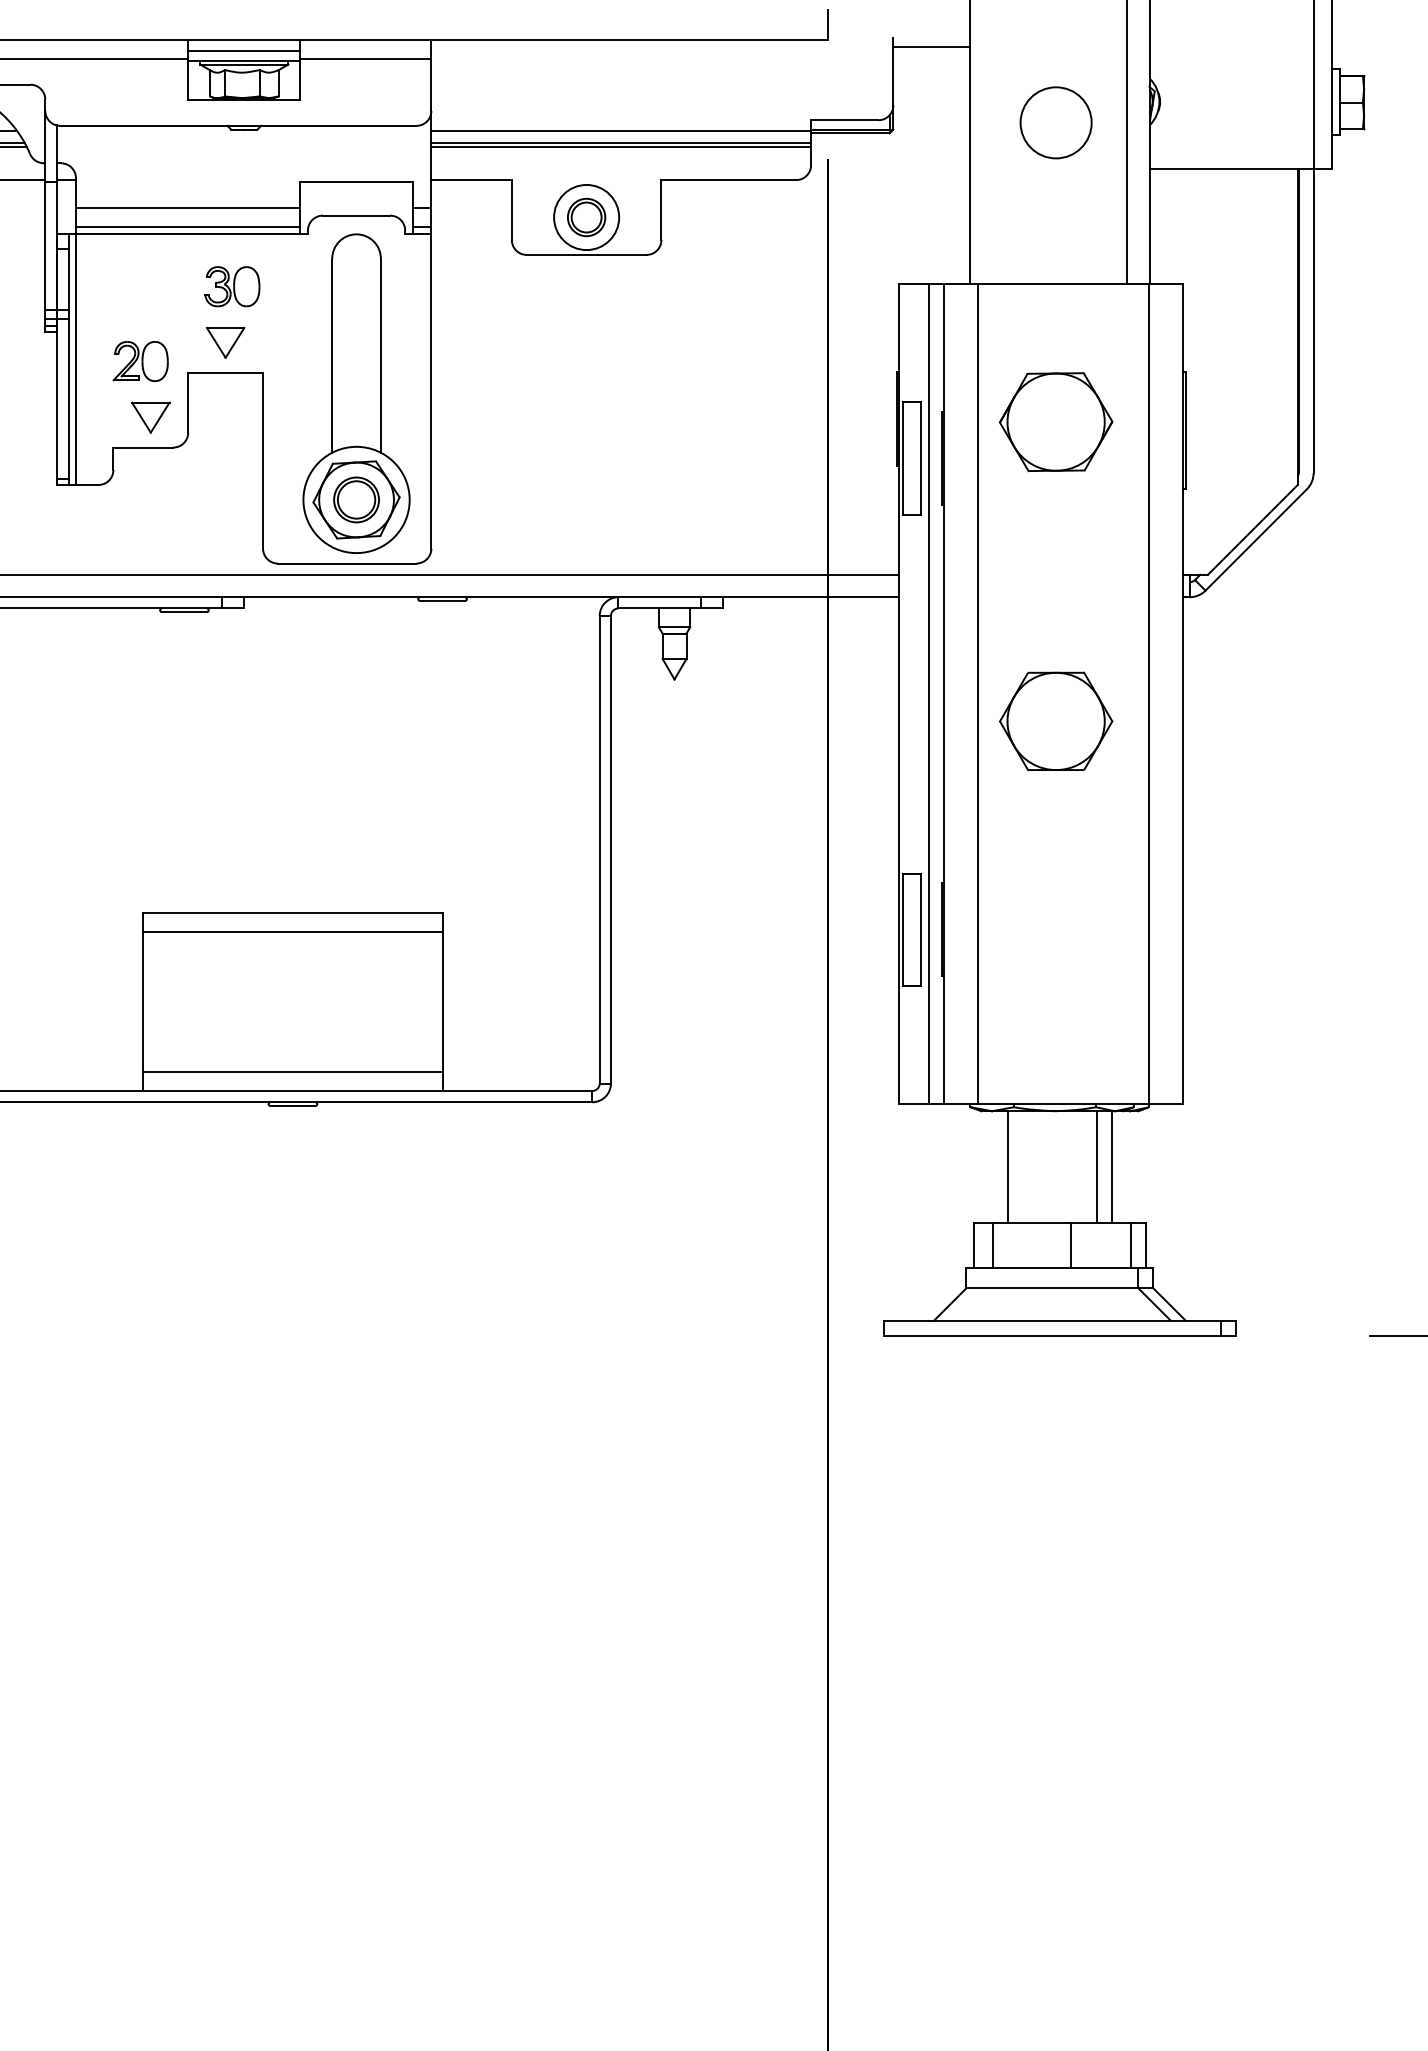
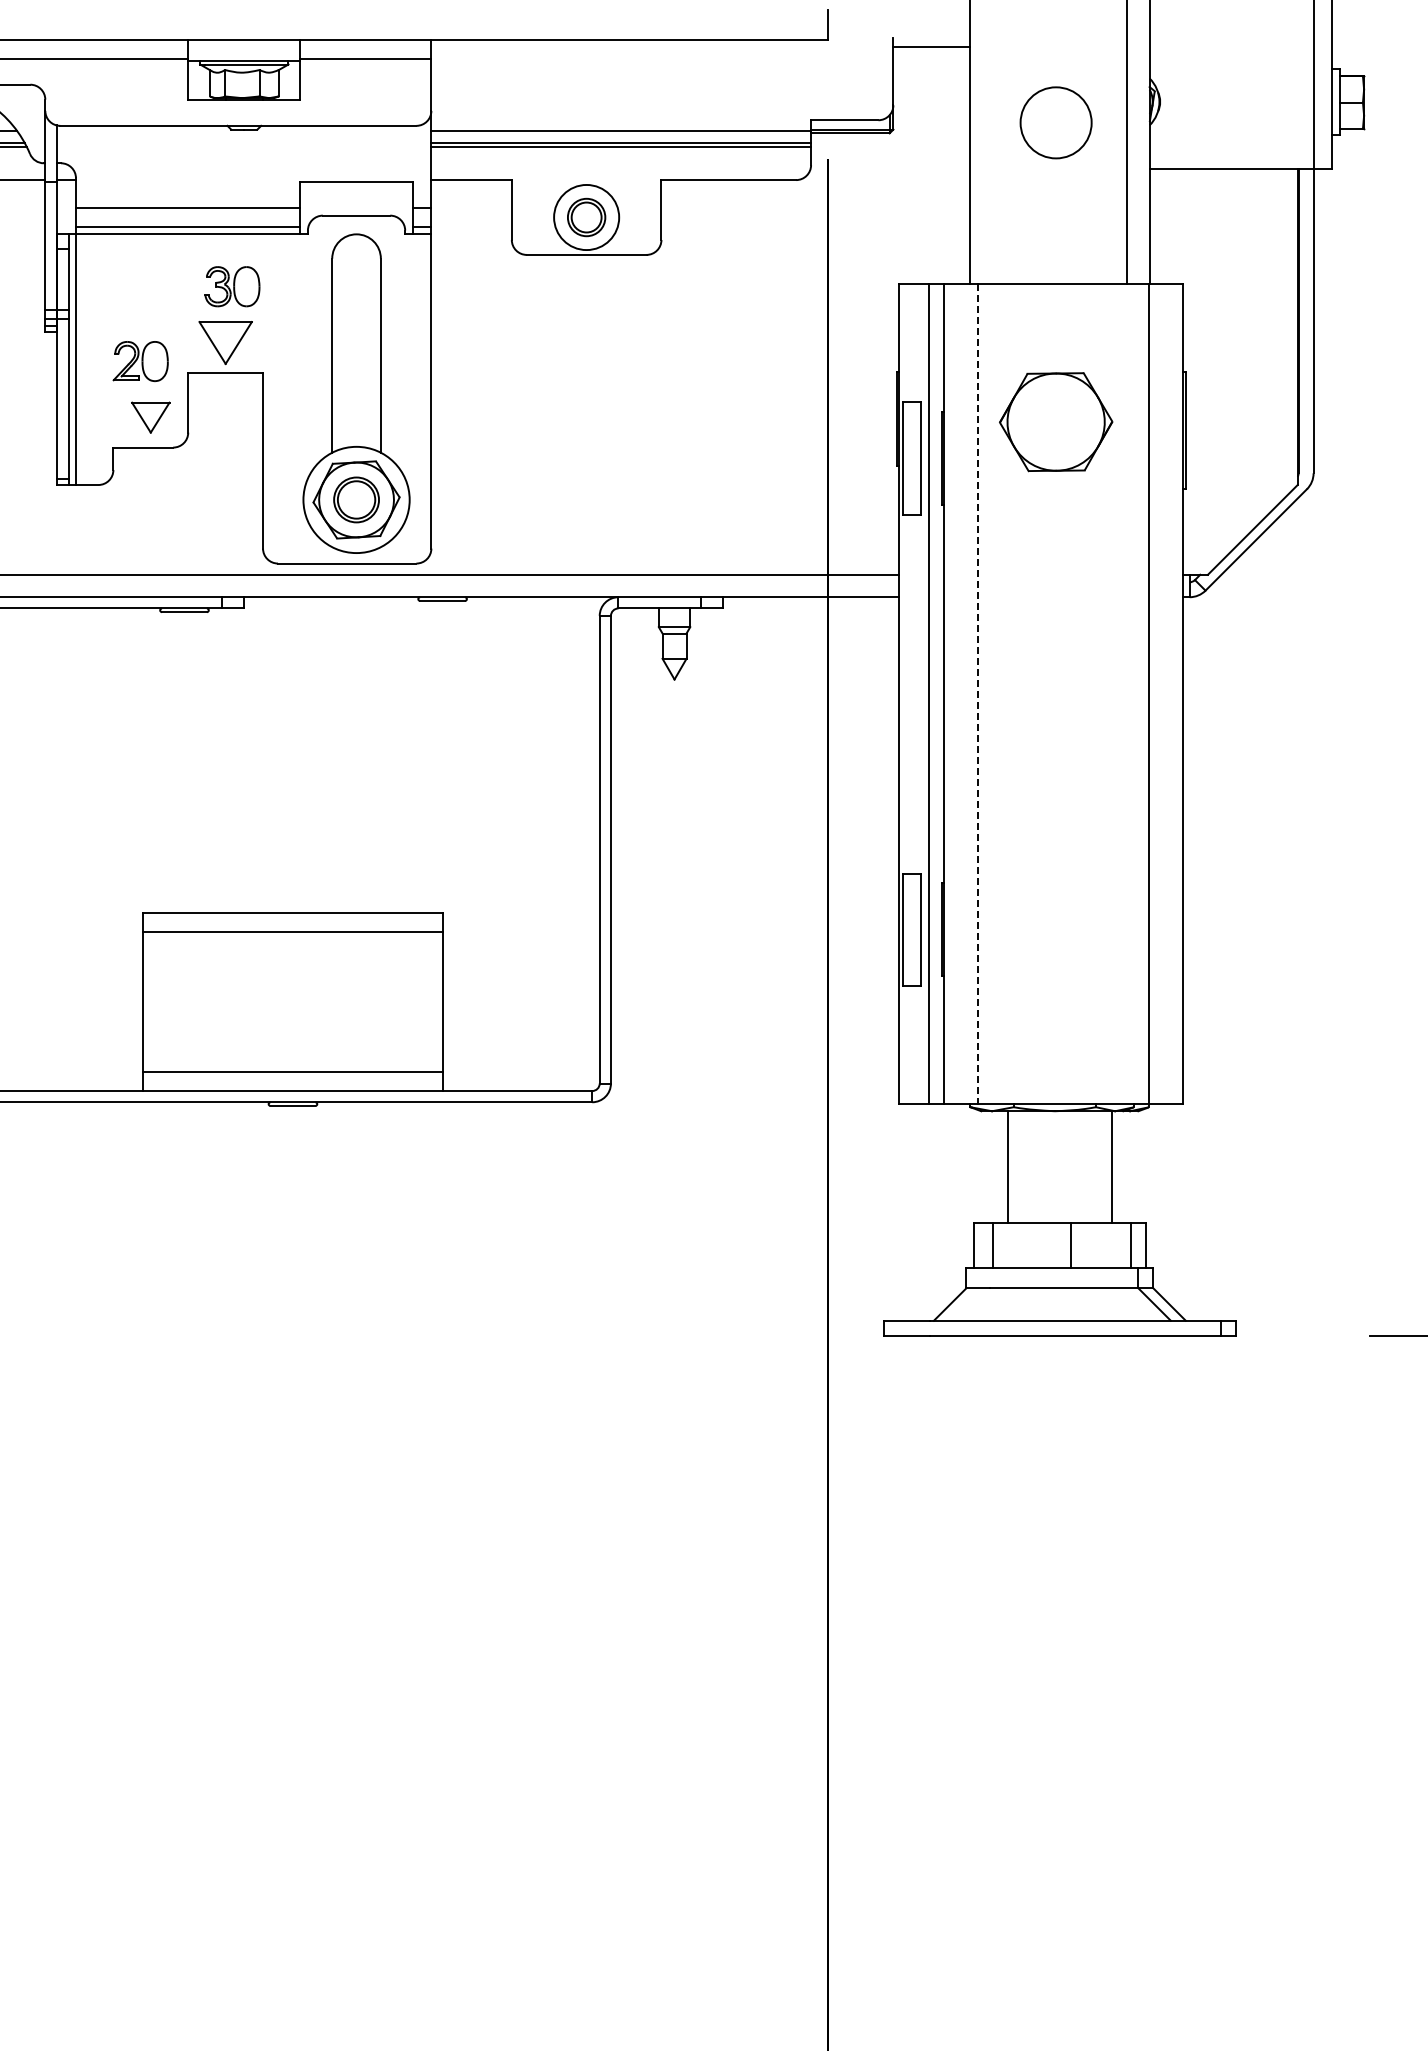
line at (244, 51): present -> none
part at (225, 342) size: 41x33 px -> 55x45 px
line at (978, 694): solid -> dashed
part at (1056, 721): present -> none
line at (1097, 1167): present -> none
